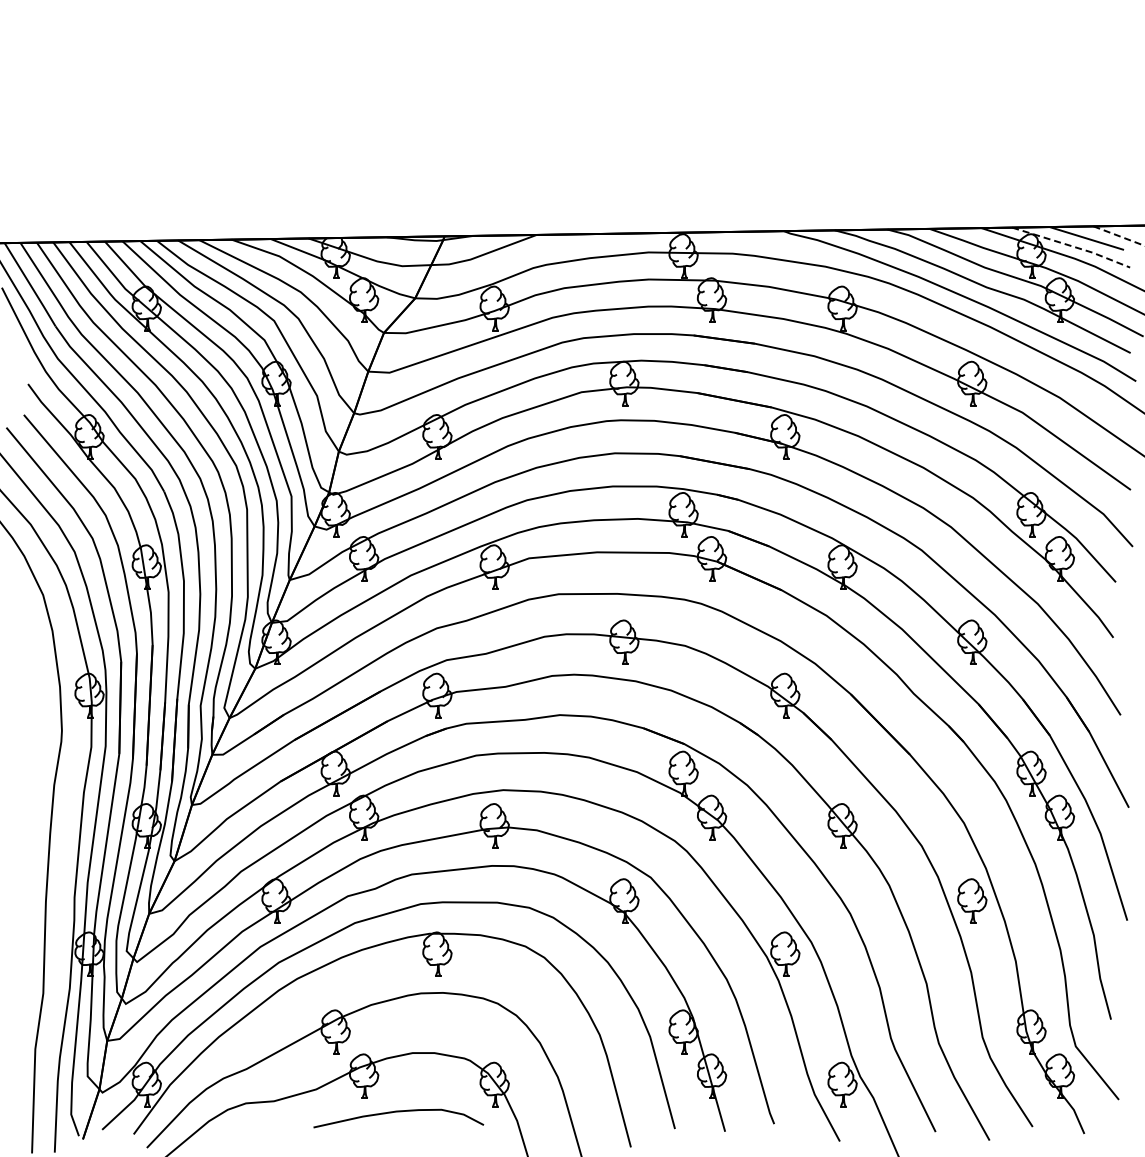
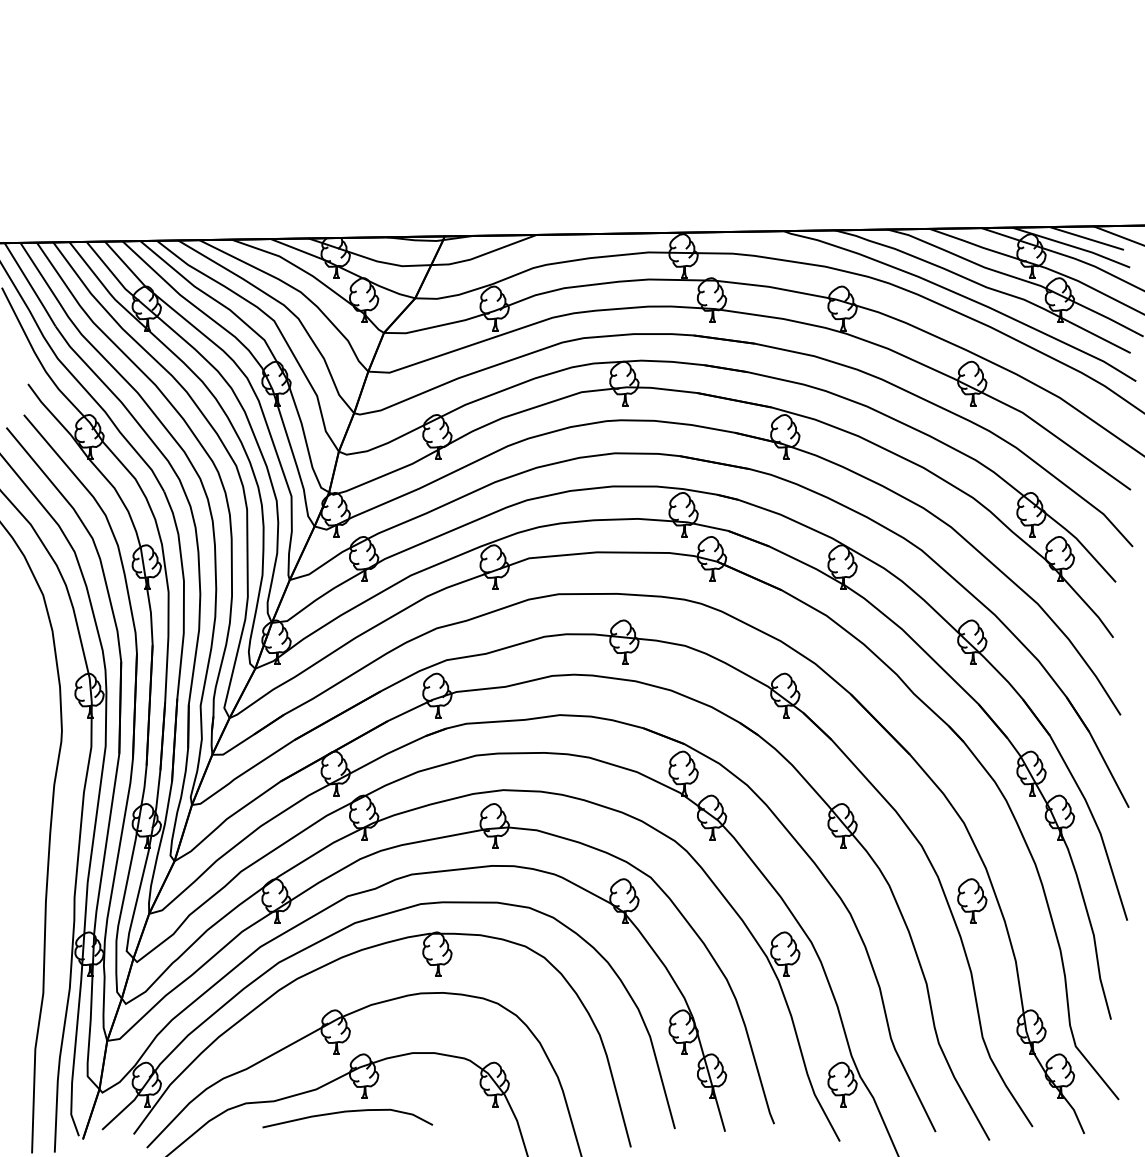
line at (1119, 236): dashed -> solid
line at (1072, 246): dashed -> solid
curve at (398, 1112) position: (398, 1112) -> (347, 1112)
